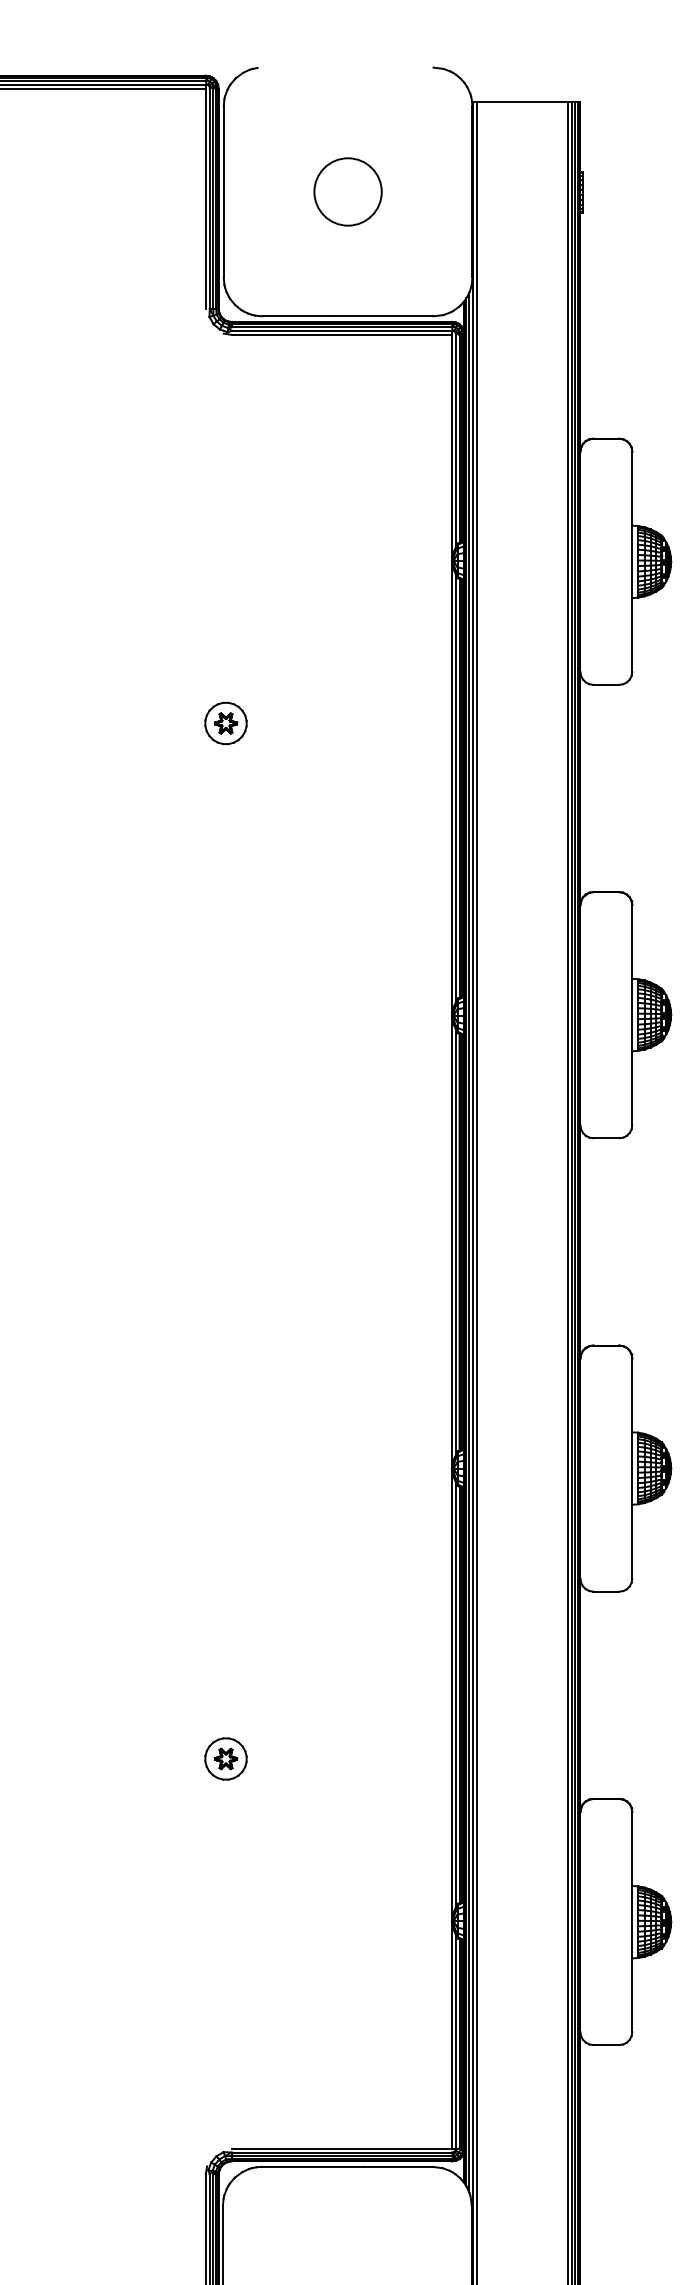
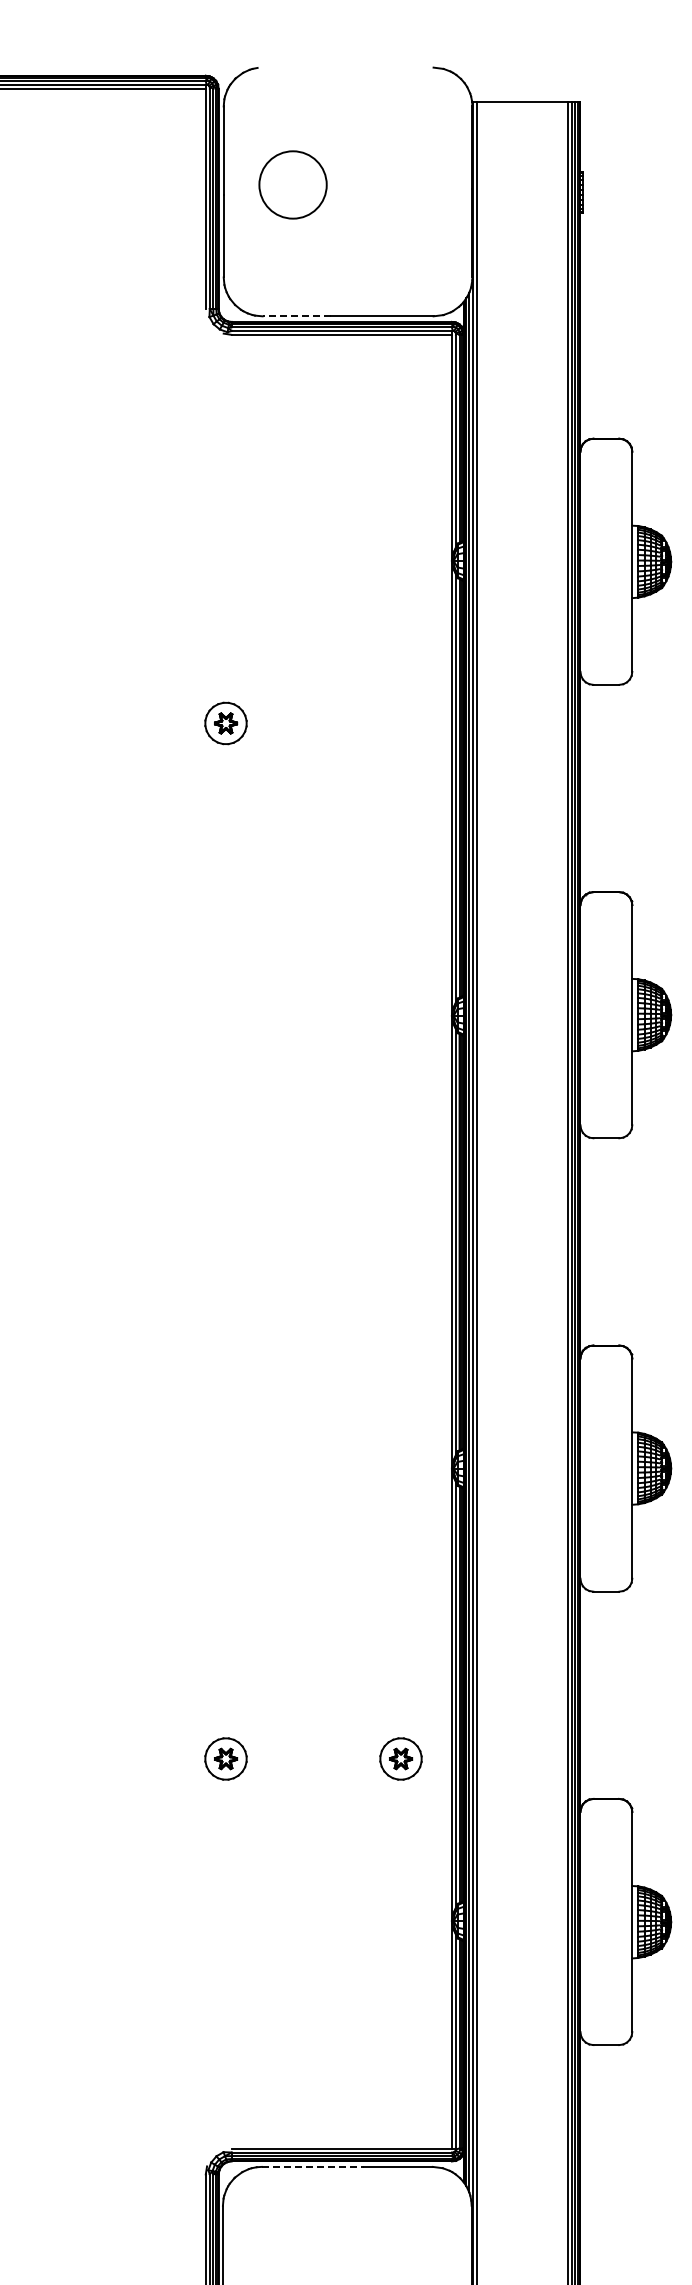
circle at (347, 191) position: (347, 191) -> (292, 184)
line at (296, 316): solid -> dashed
part at (400, 1758): none -> present
line at (313, 2166): solid -> dashed
